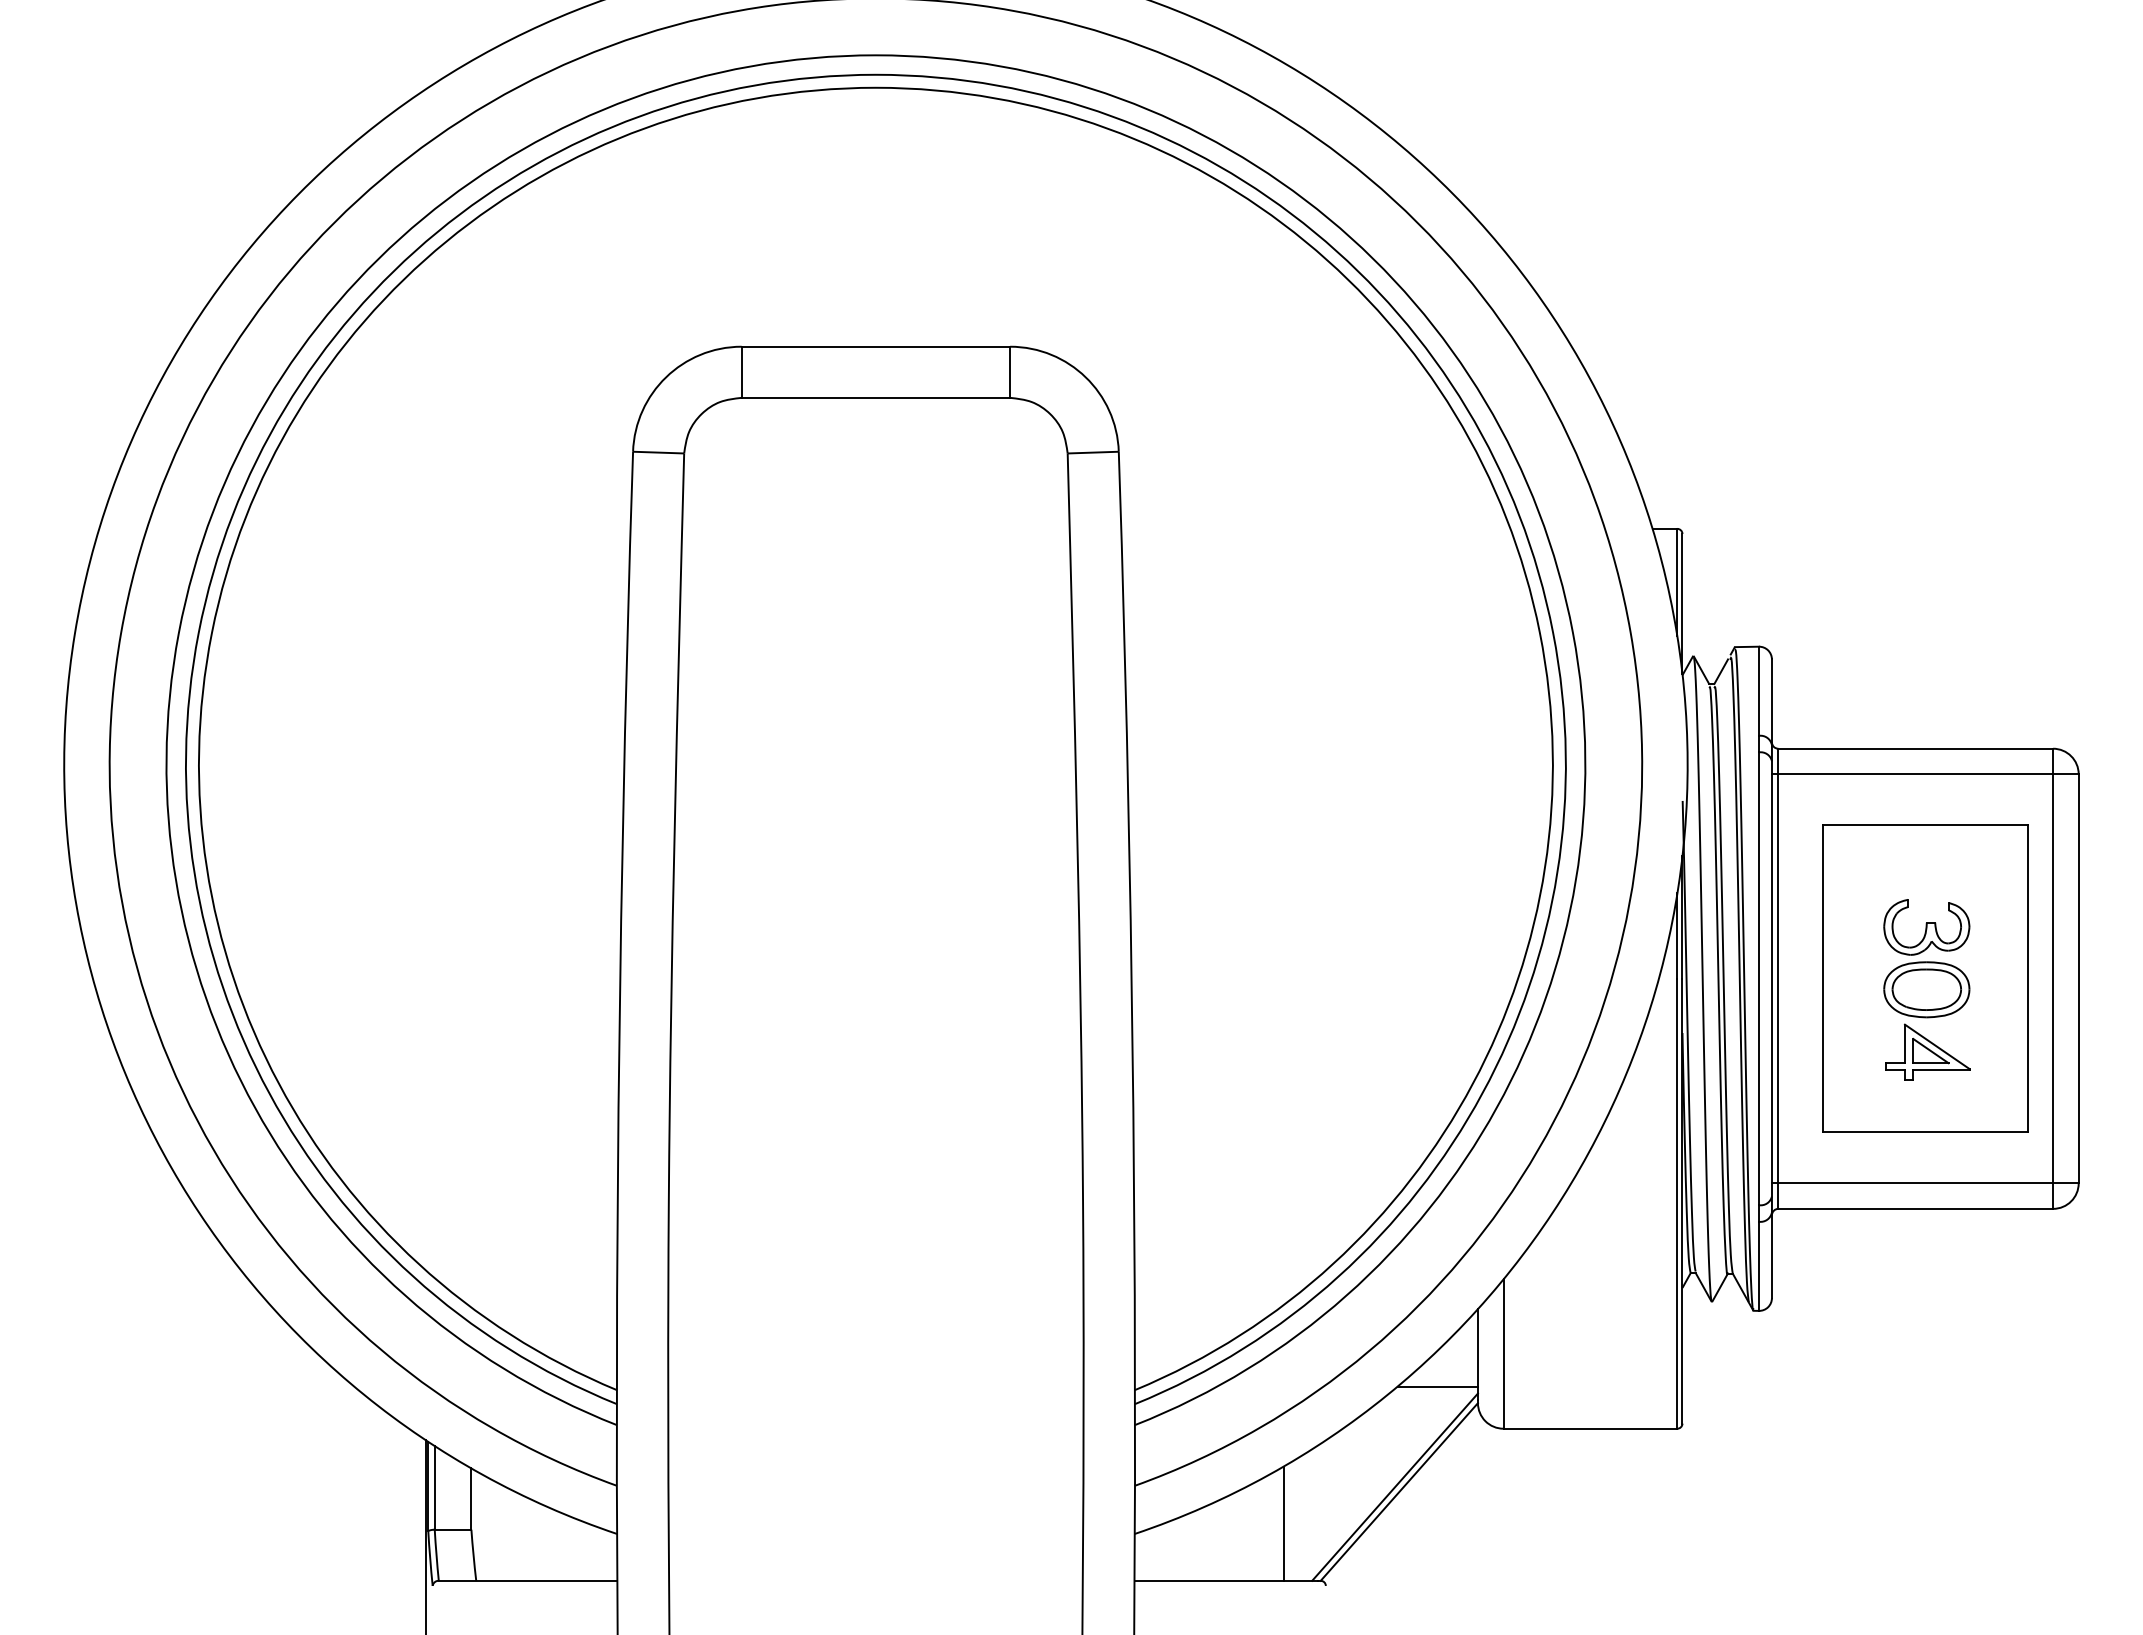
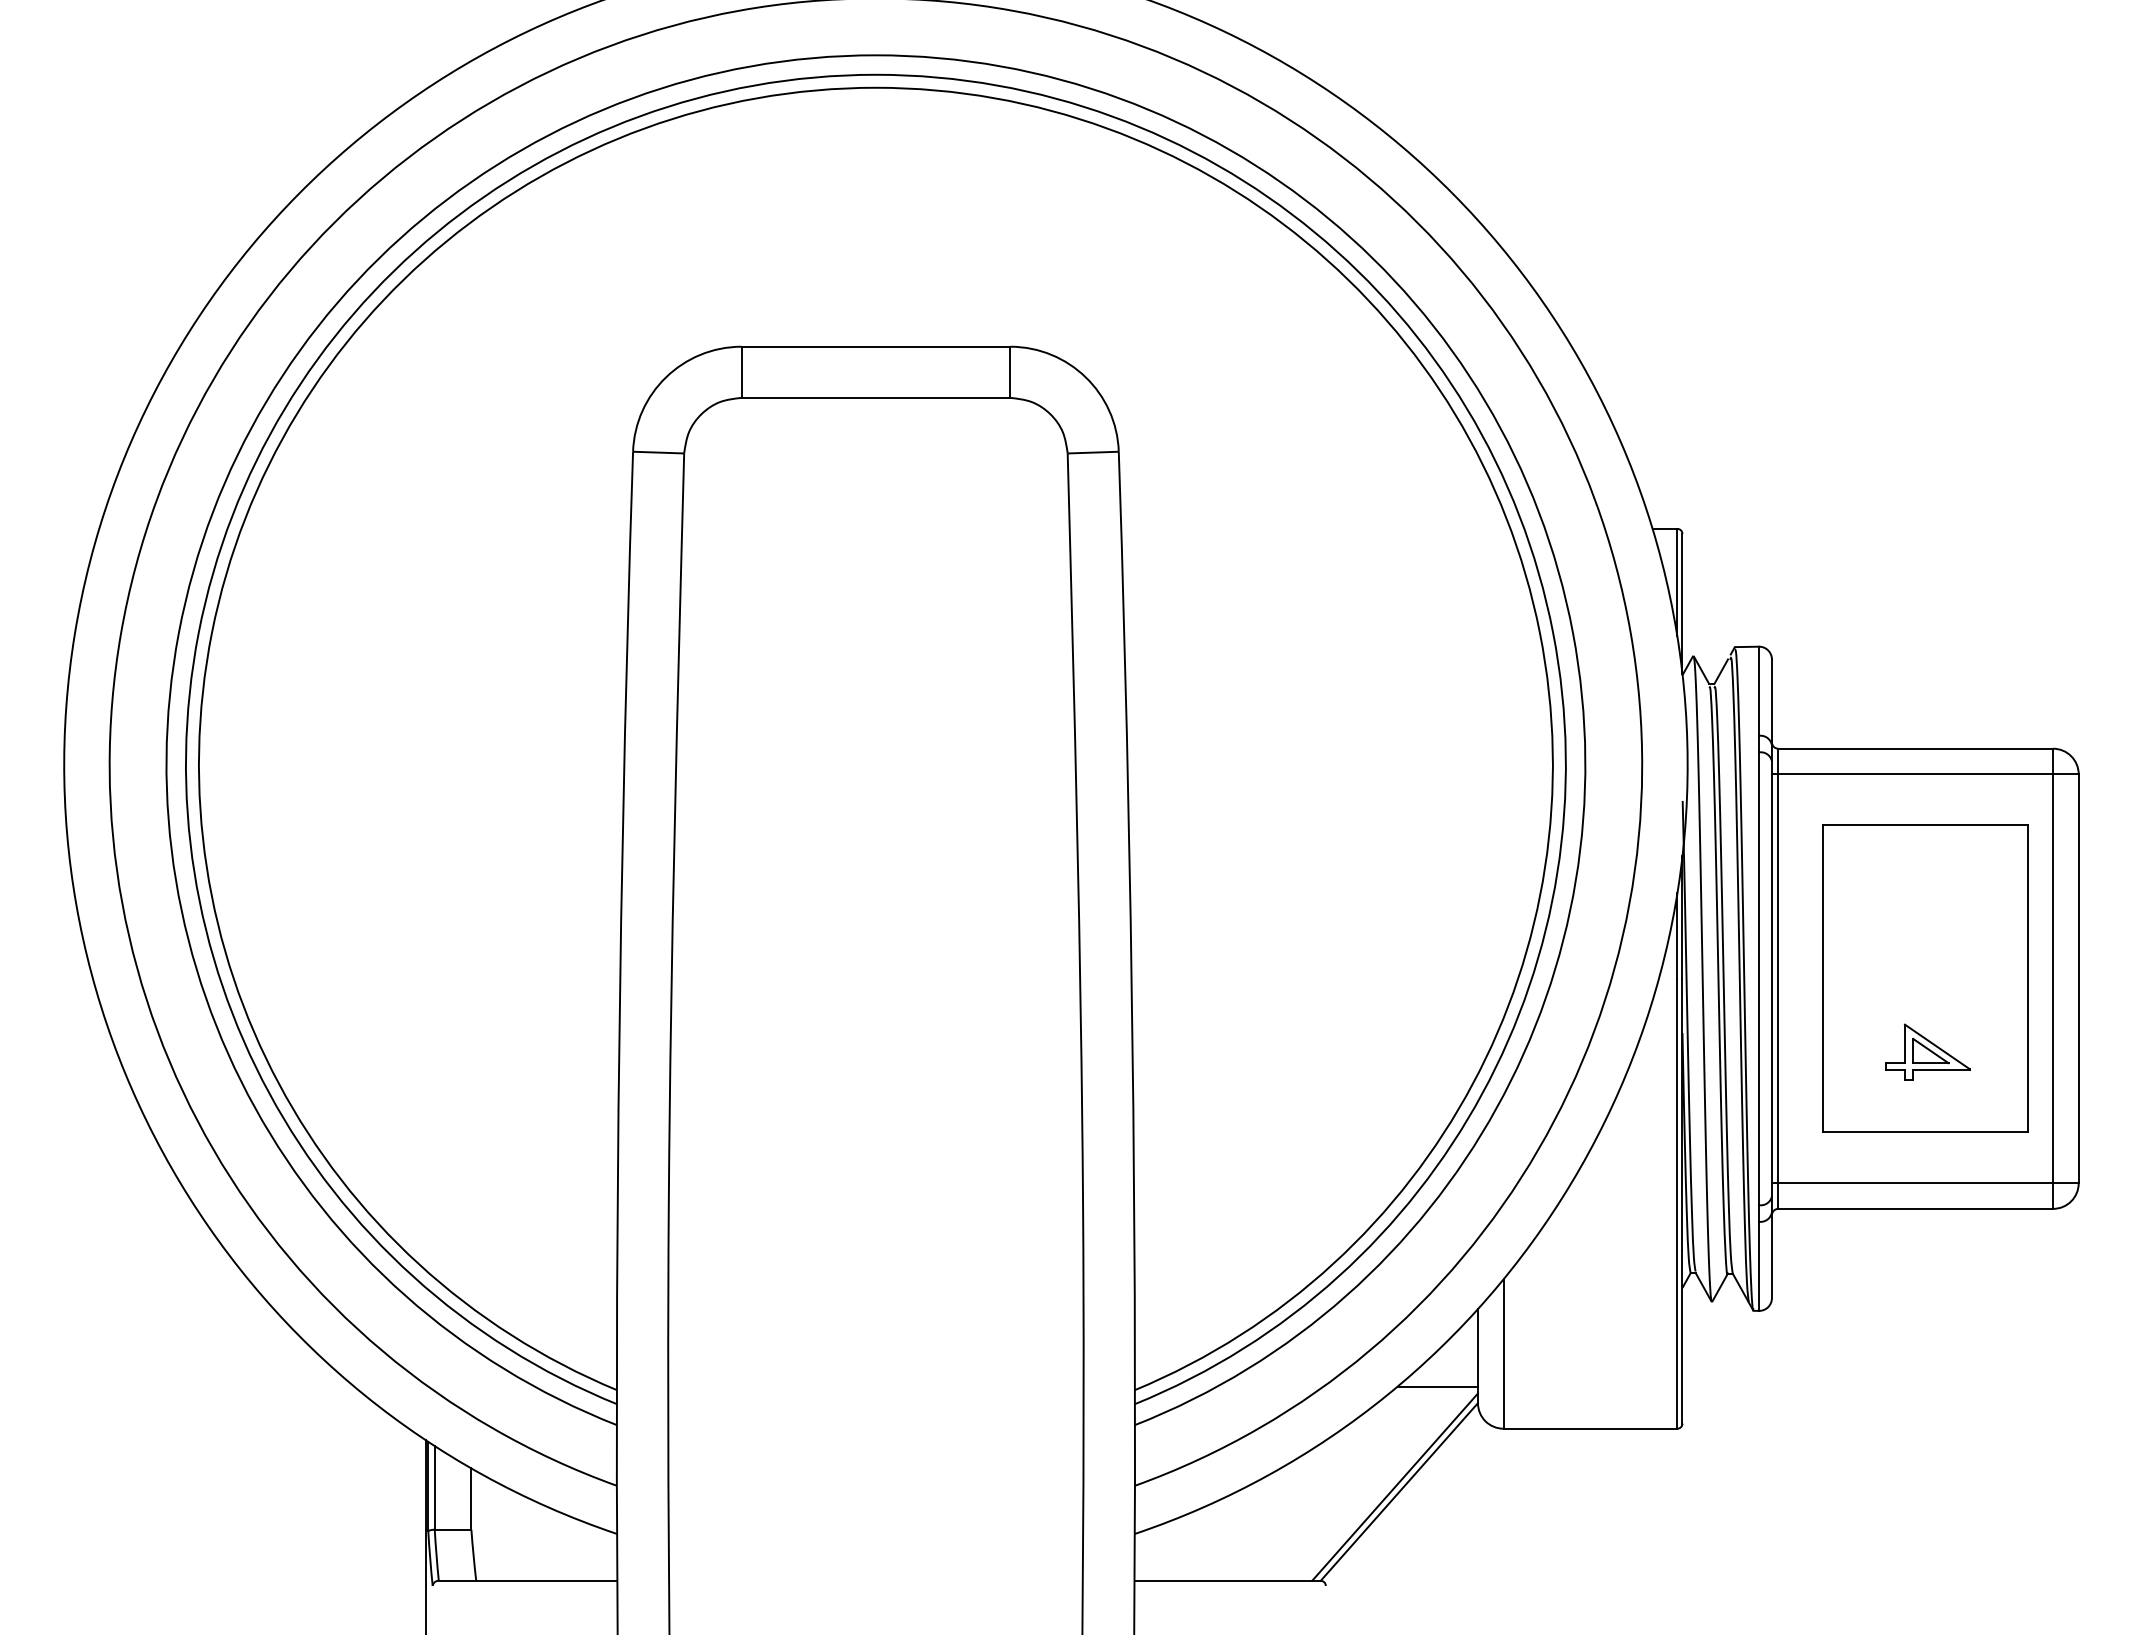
part at (1926, 958): present -> none
line at (1283, 1523): present -> none
